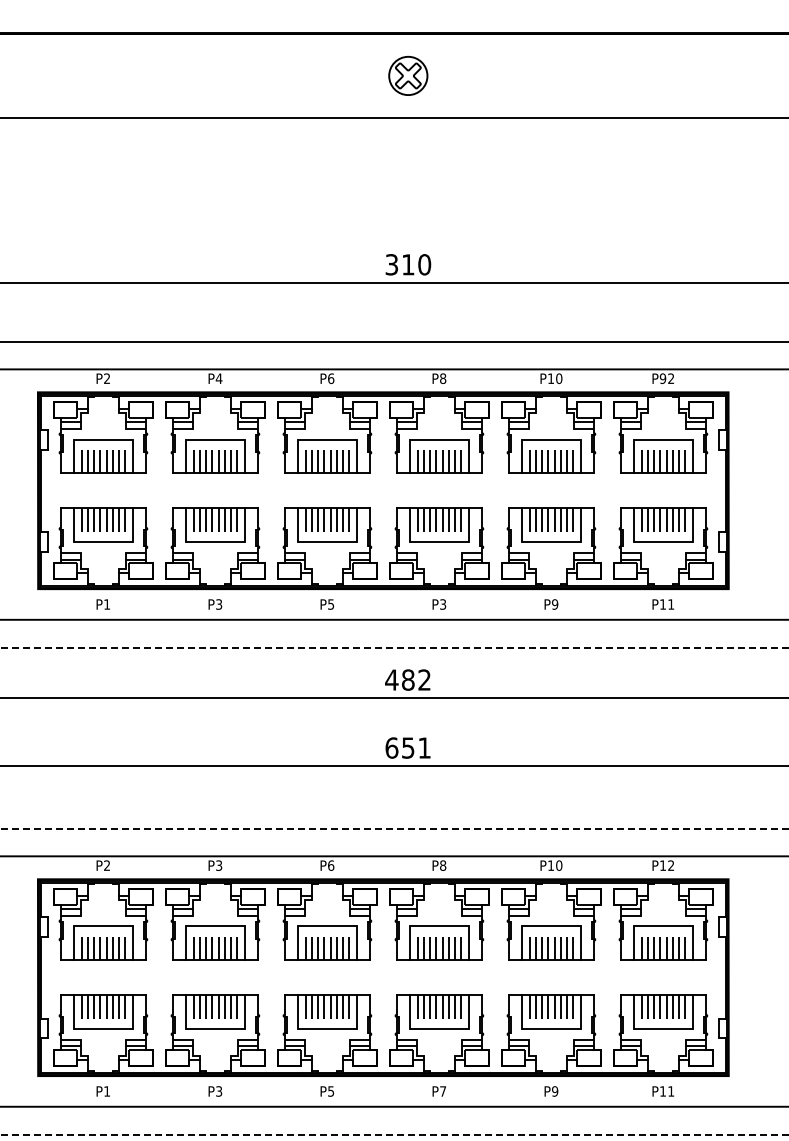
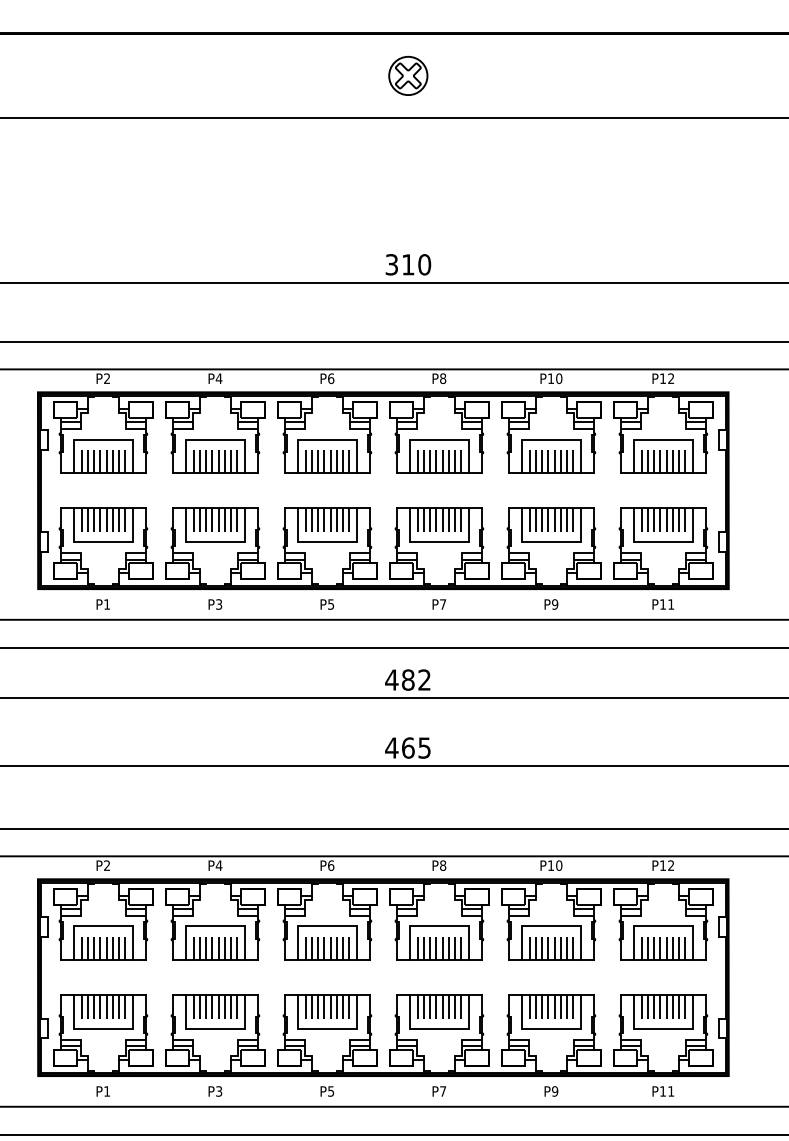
text at (662, 378): P92 -> P12
text at (443, 604): P3 -> P7
line at (394, 647): dashed -> solid
text at (407, 747): 651 -> 465
line at (394, 828): dashed -> solid
text at (218, 865): P3 -> P4
line at (394, 1134): dashed -> solid
